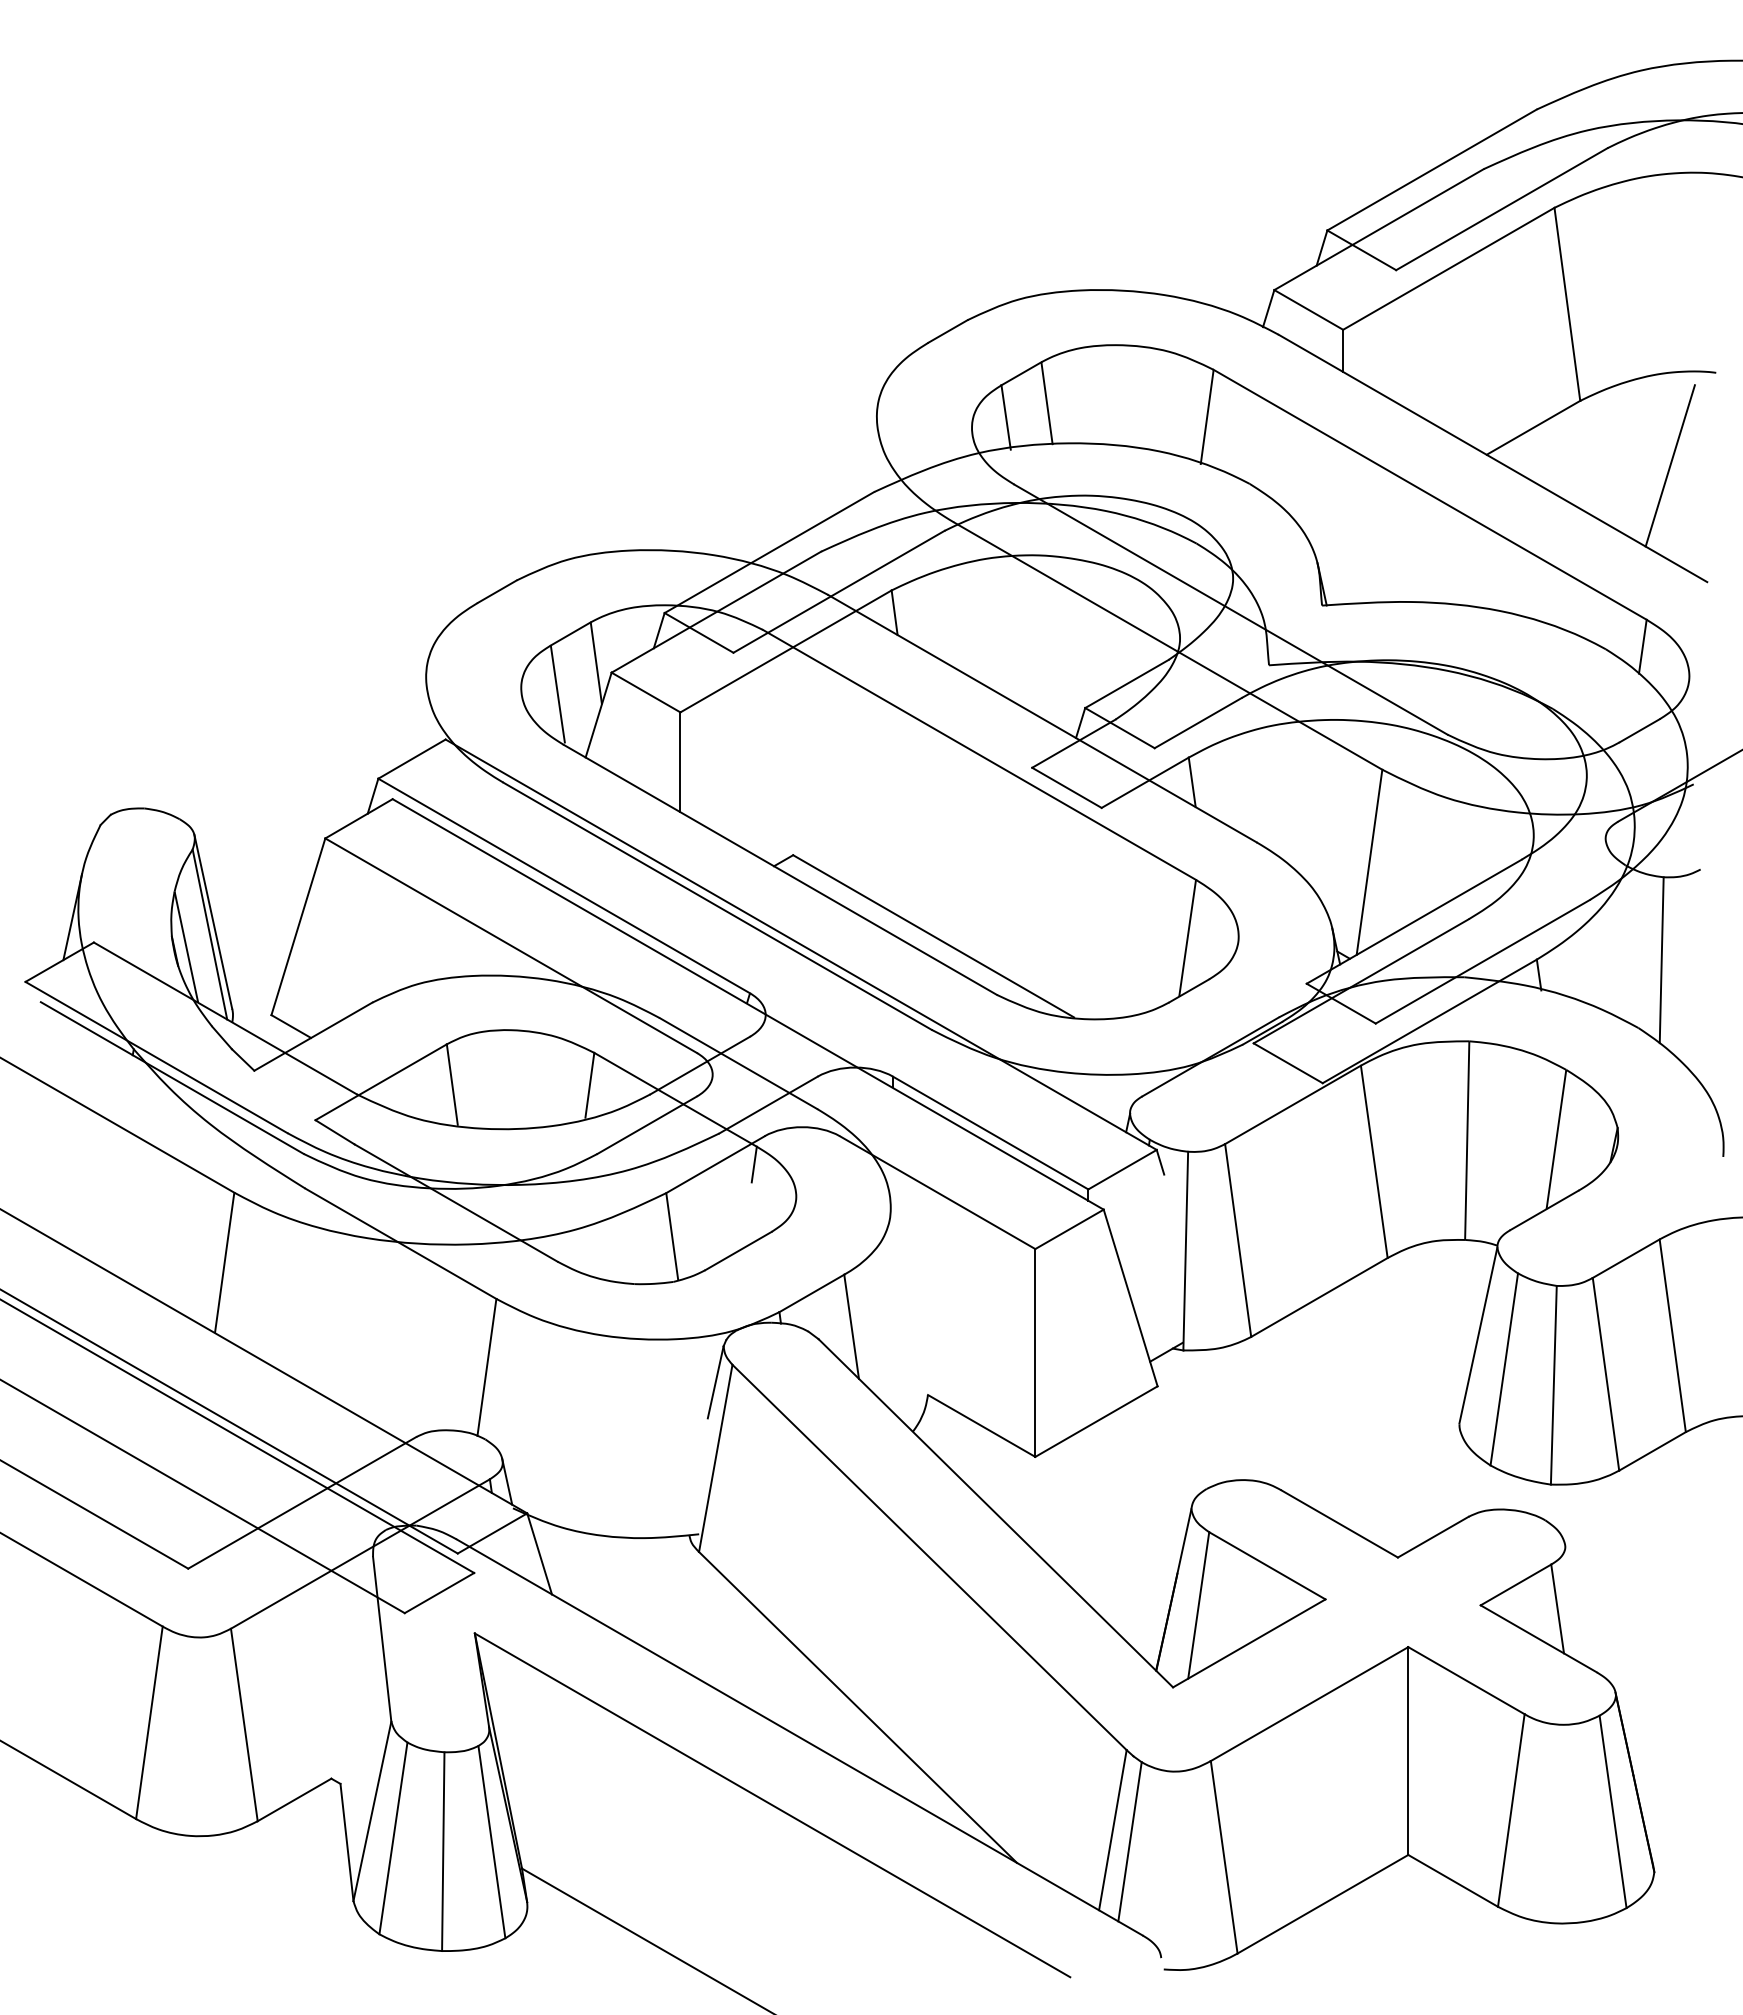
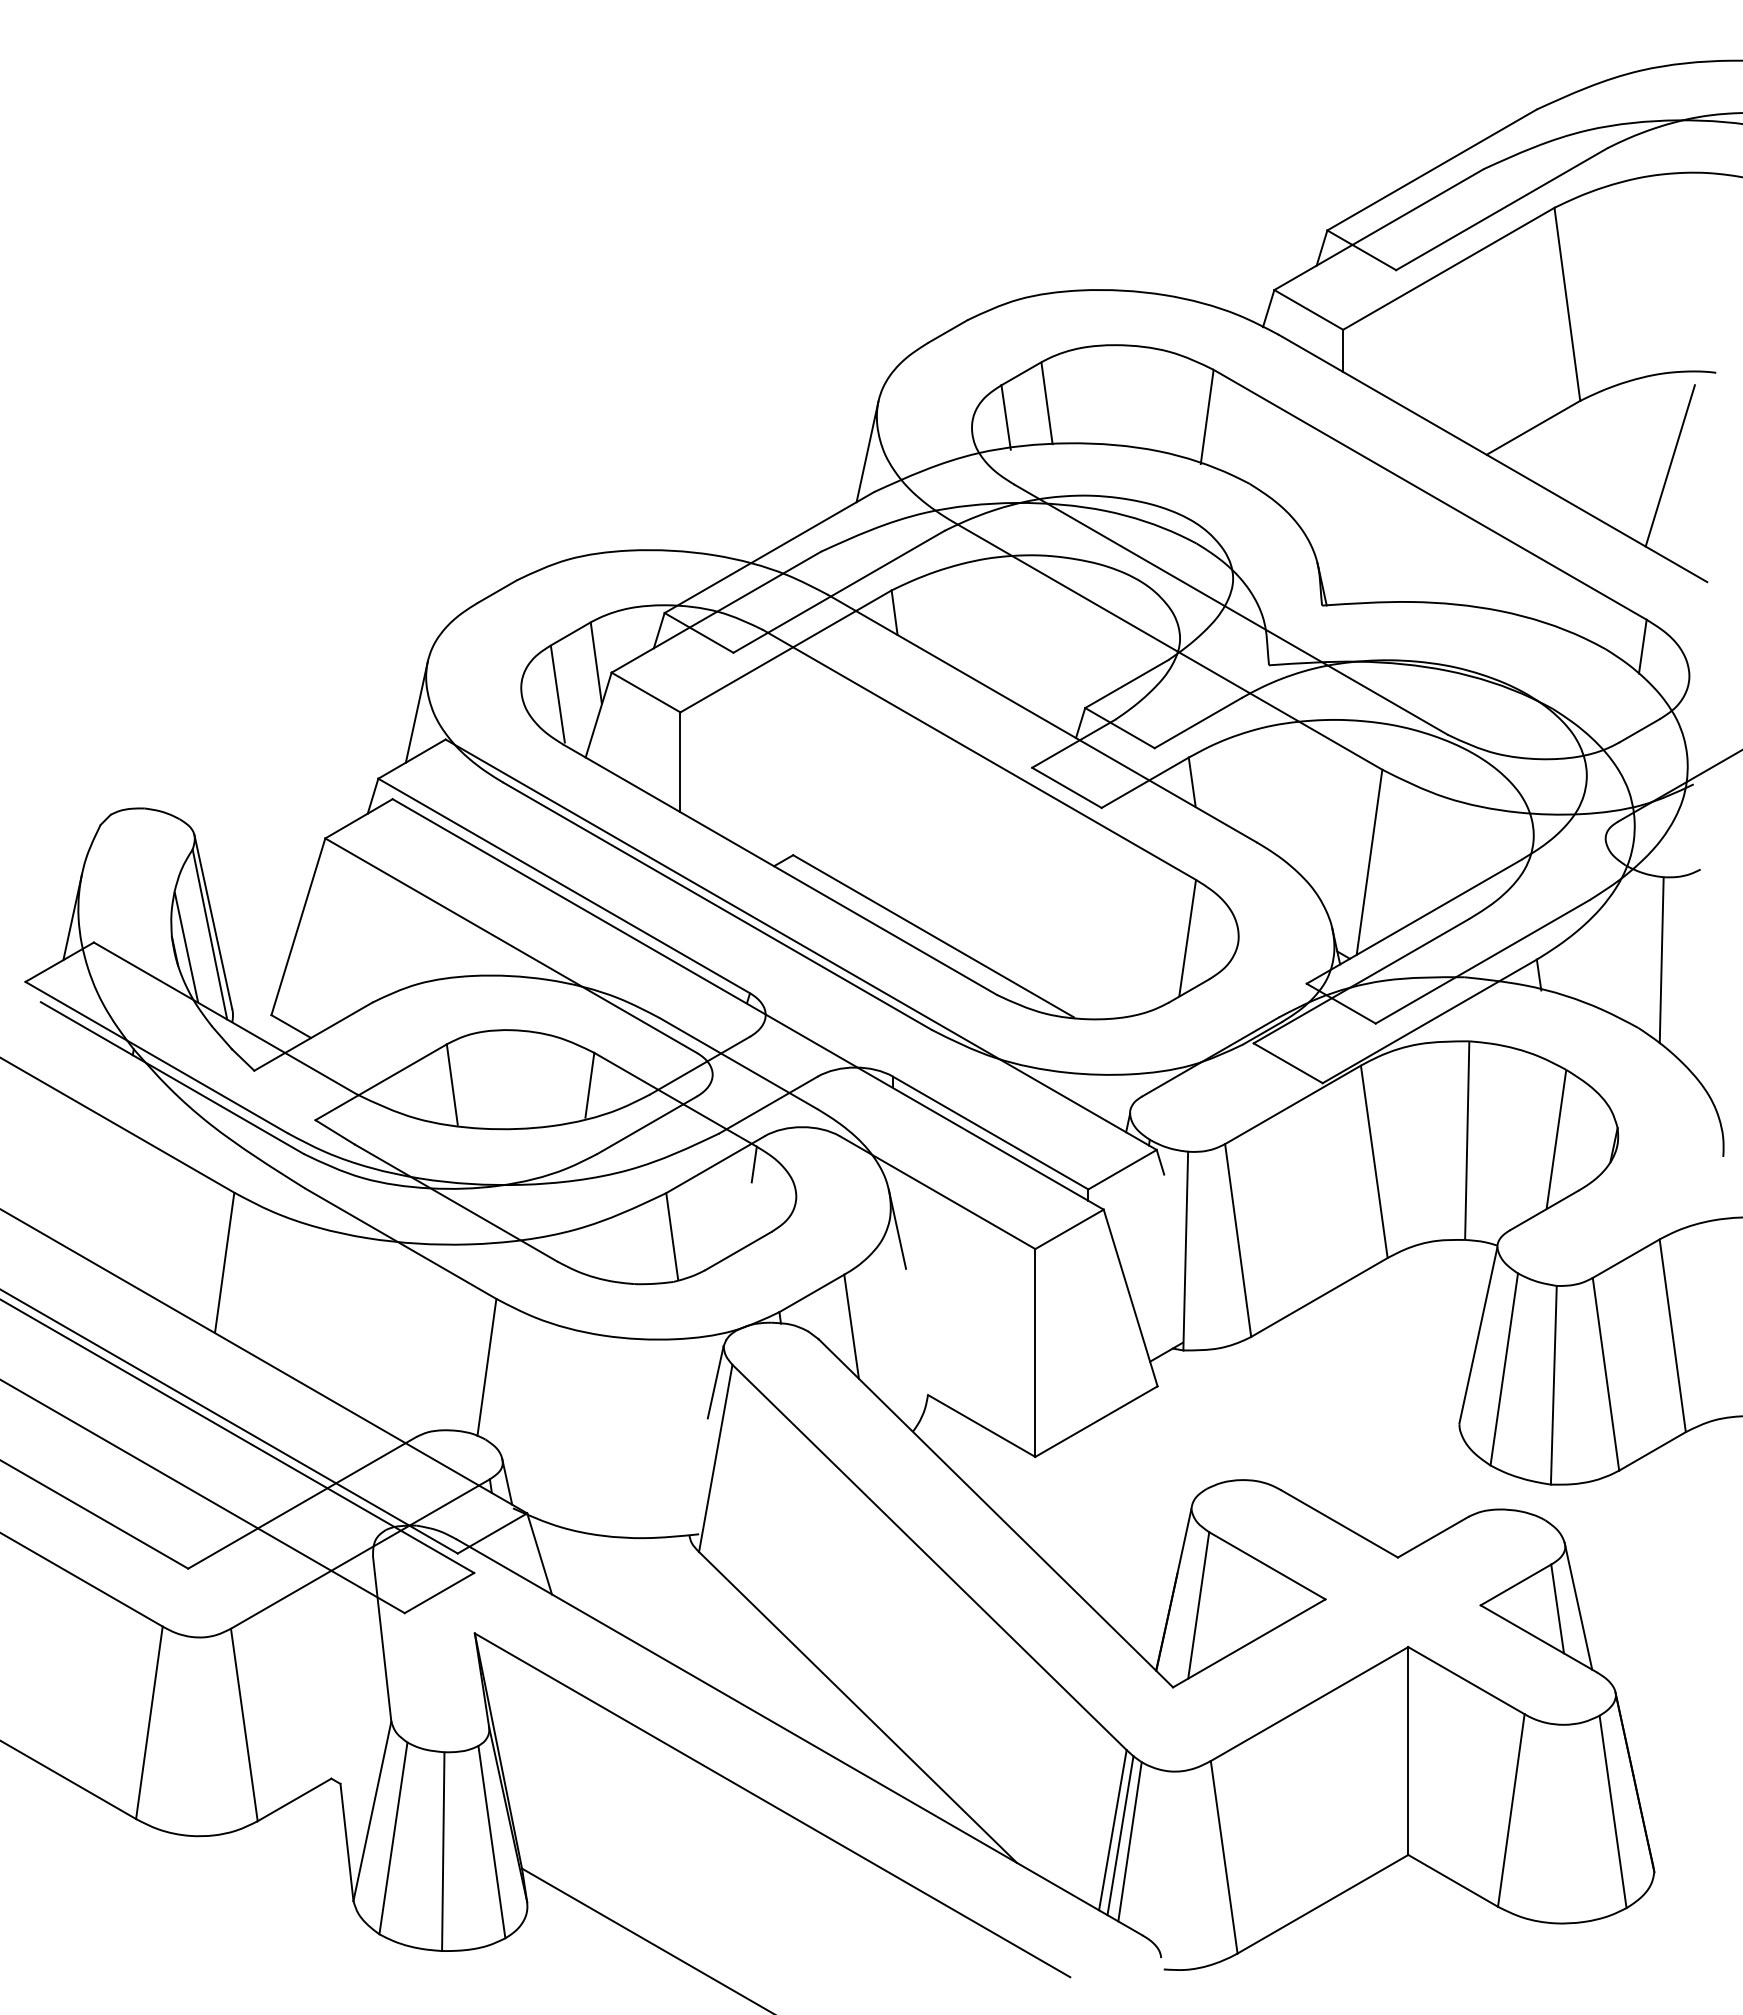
line at (867, 451): none -> present
line at (416, 711): none -> present
line at (897, 1228): none -> present
line at (1578, 1605): none -> present
line at (1120, 1835): none -> present
